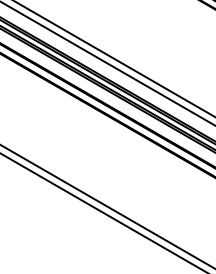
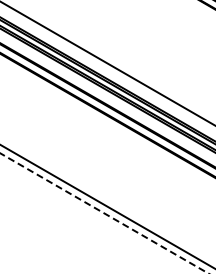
line at (114, 58): present -> none
line at (104, 213): solid -> dashed
